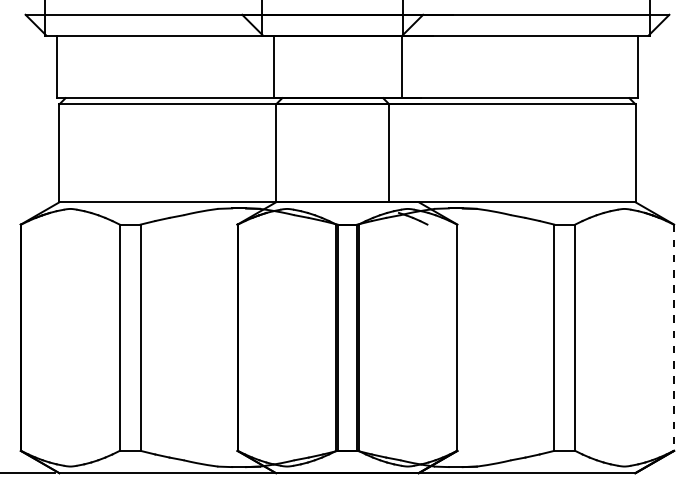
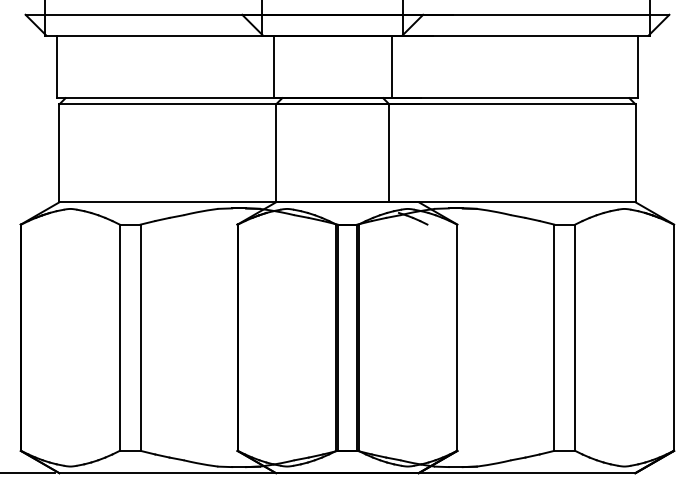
line at (401, 66) position: (401, 66) -> (391, 66)
line at (673, 338): dashed -> solid
